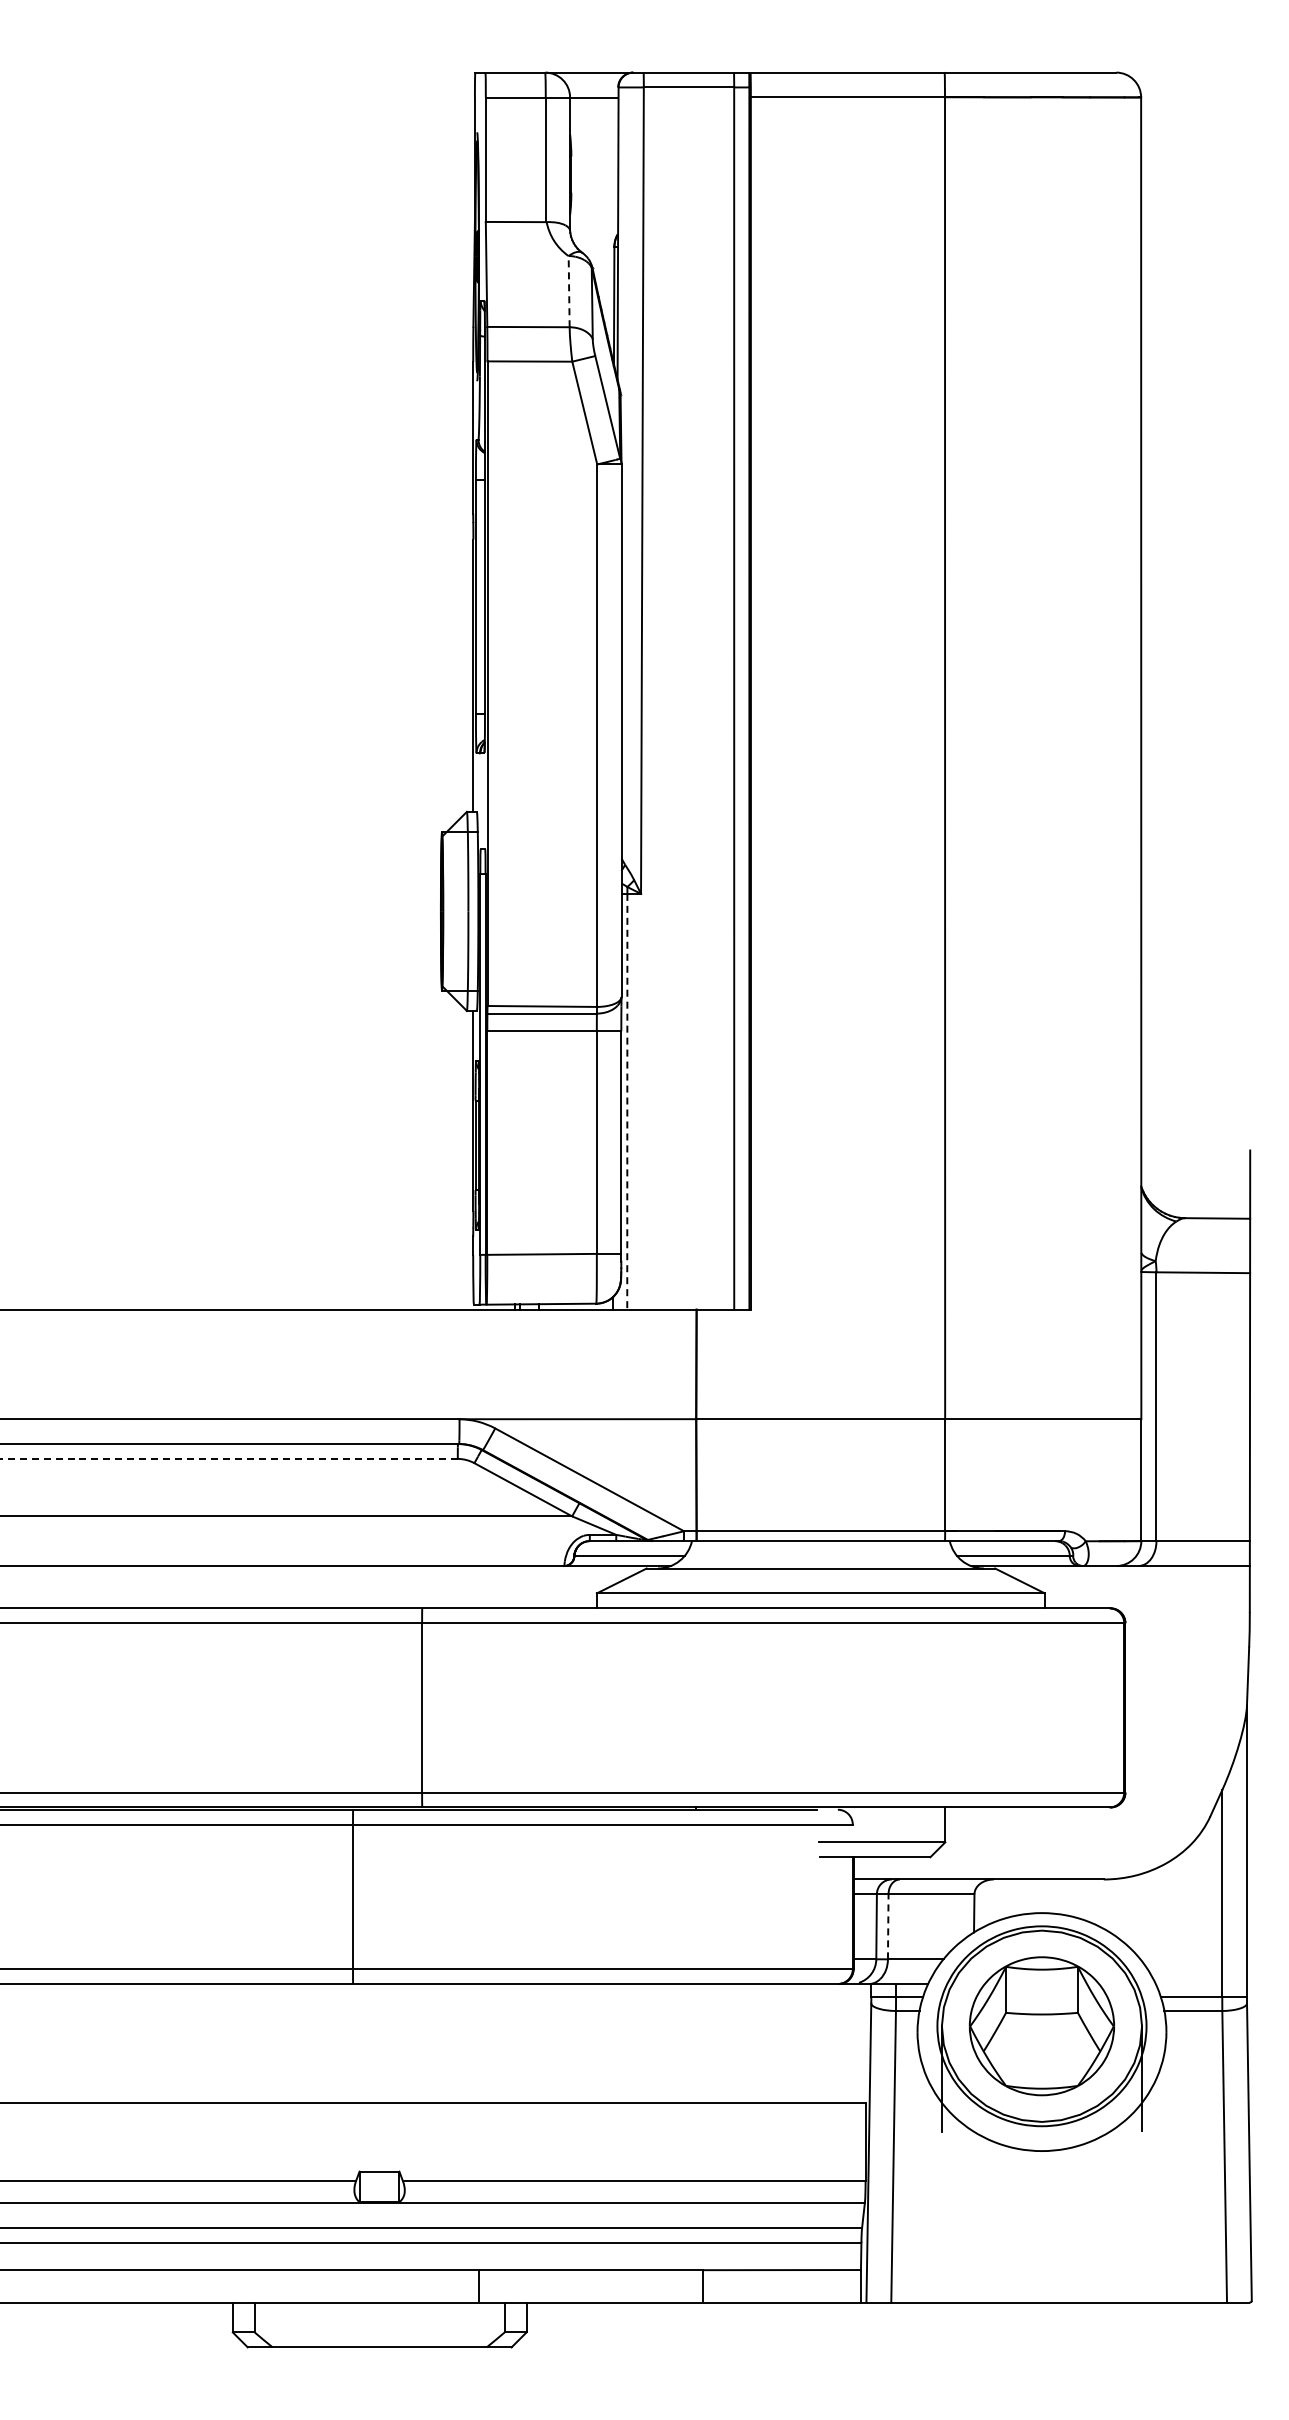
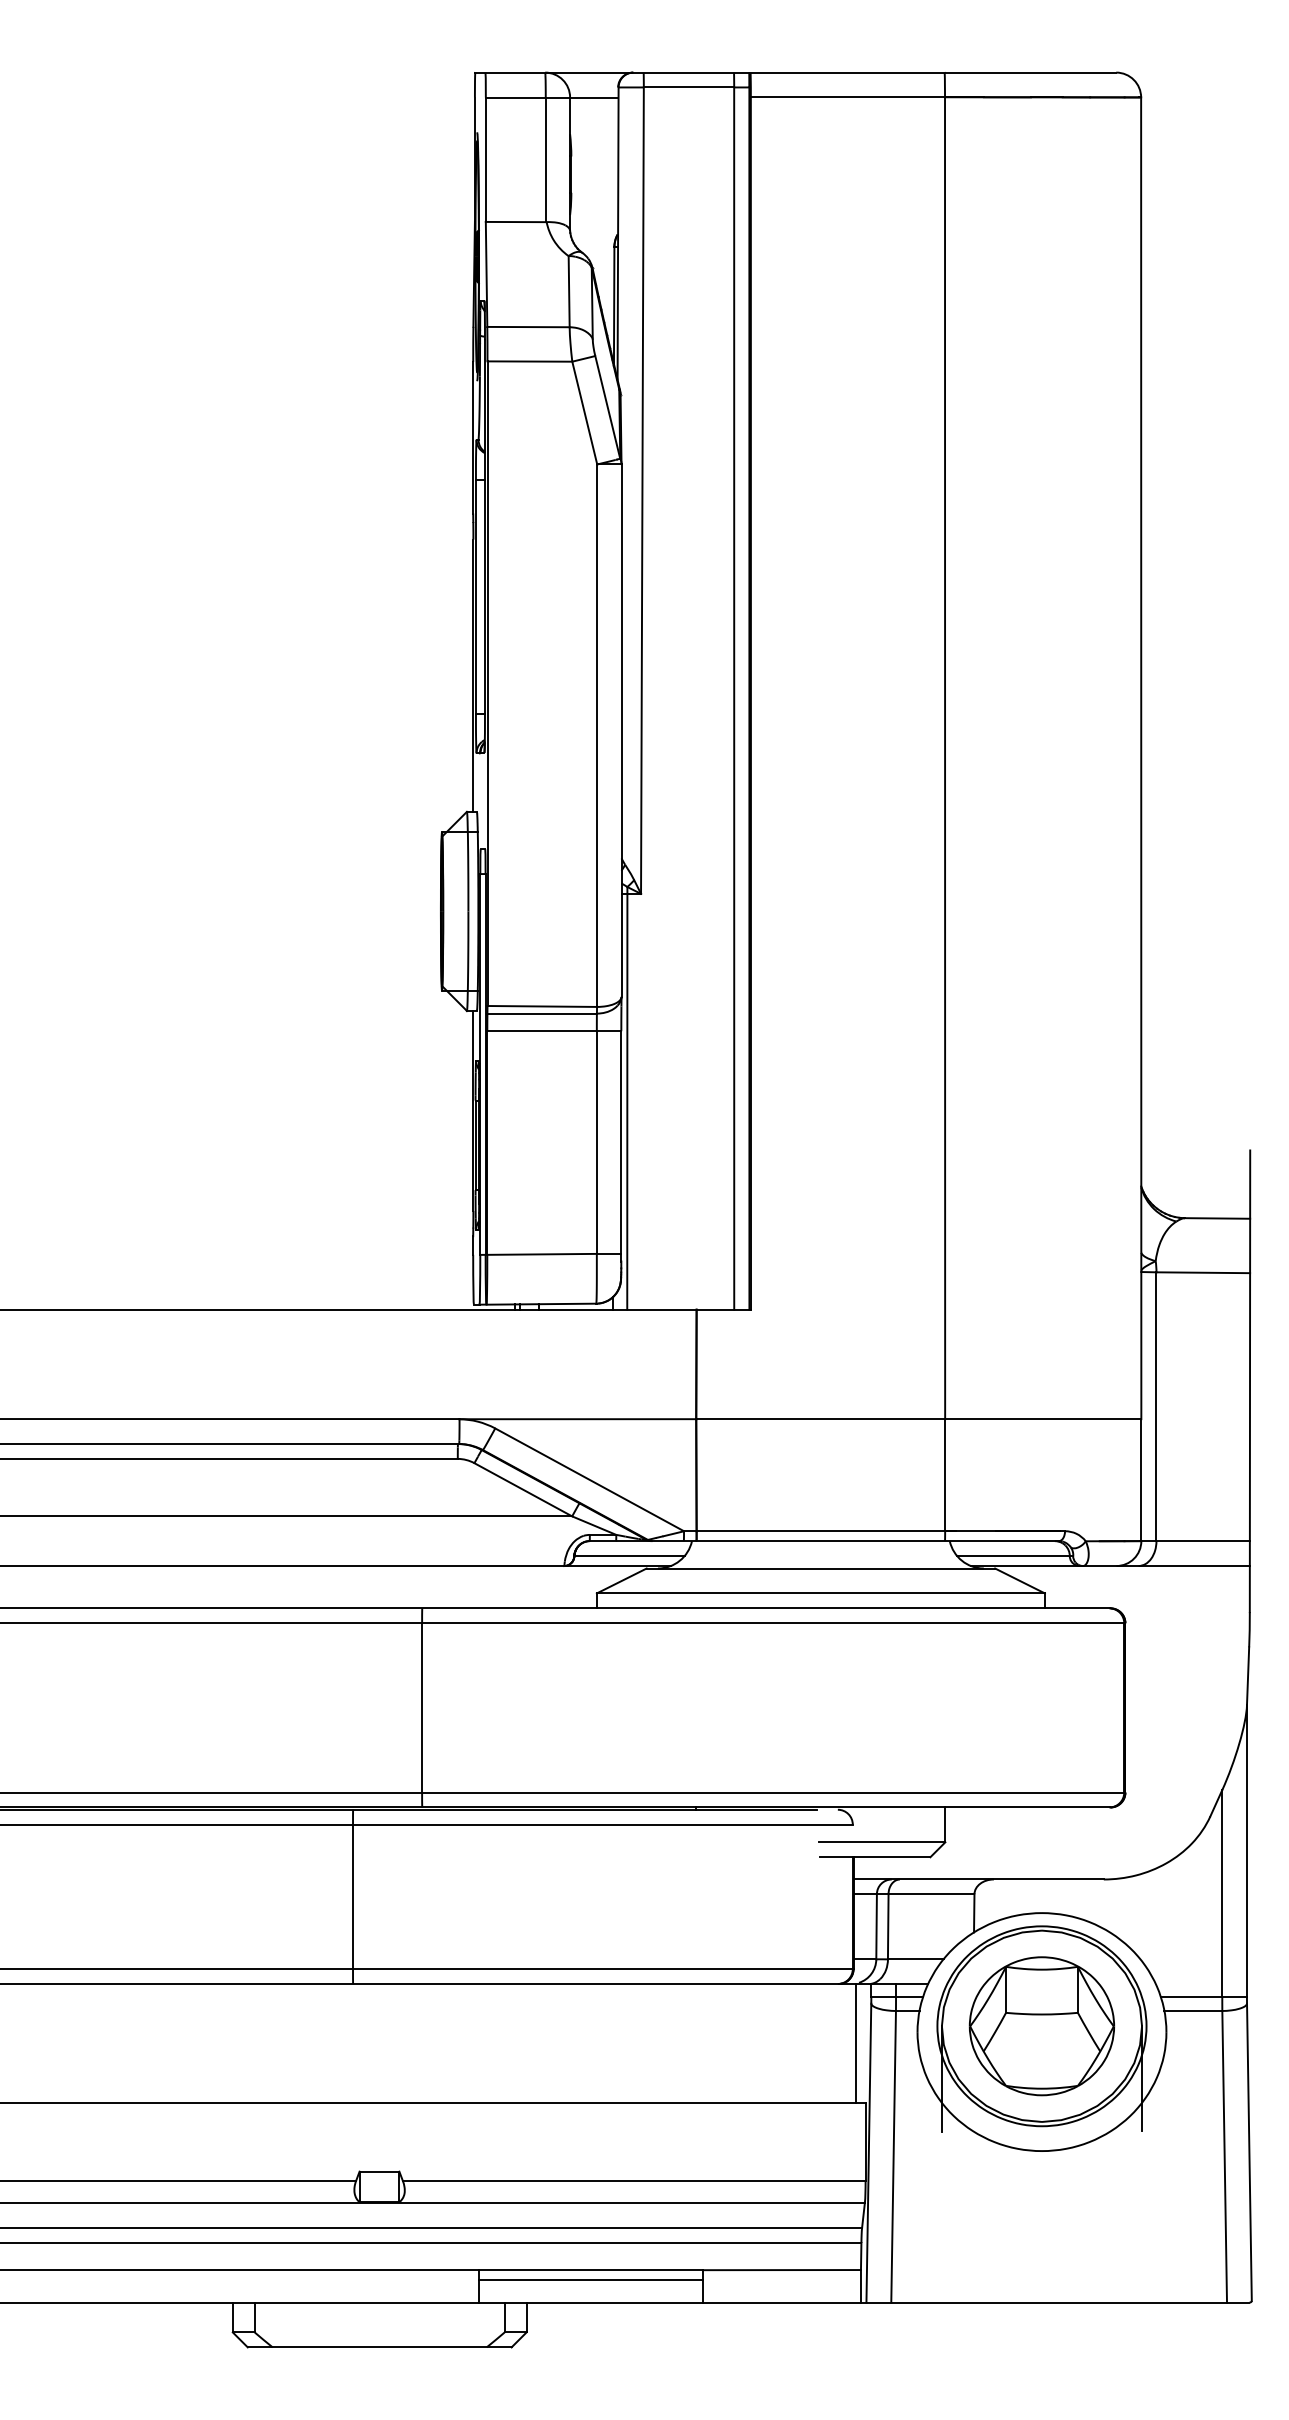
line at (569, 291): dashed -> solid
line at (627, 1101): dashed -> solid
line at (228, 1458): dashed -> solid
line at (888, 1926): dashed -> solid
line at (855, 2043): none -> present
line at (591, 2280): none -> present
